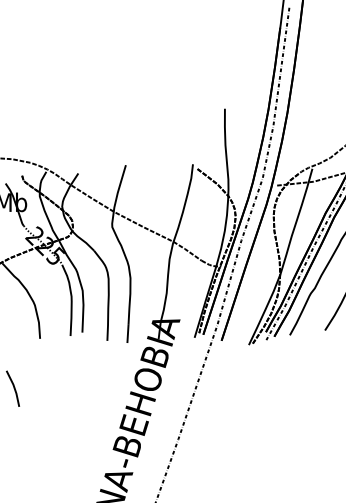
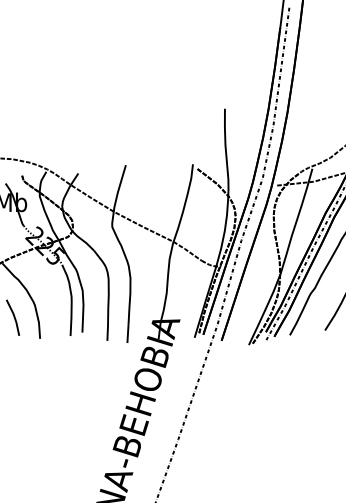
line at (13, 388) position: (13, 388) -> (13, 317)
